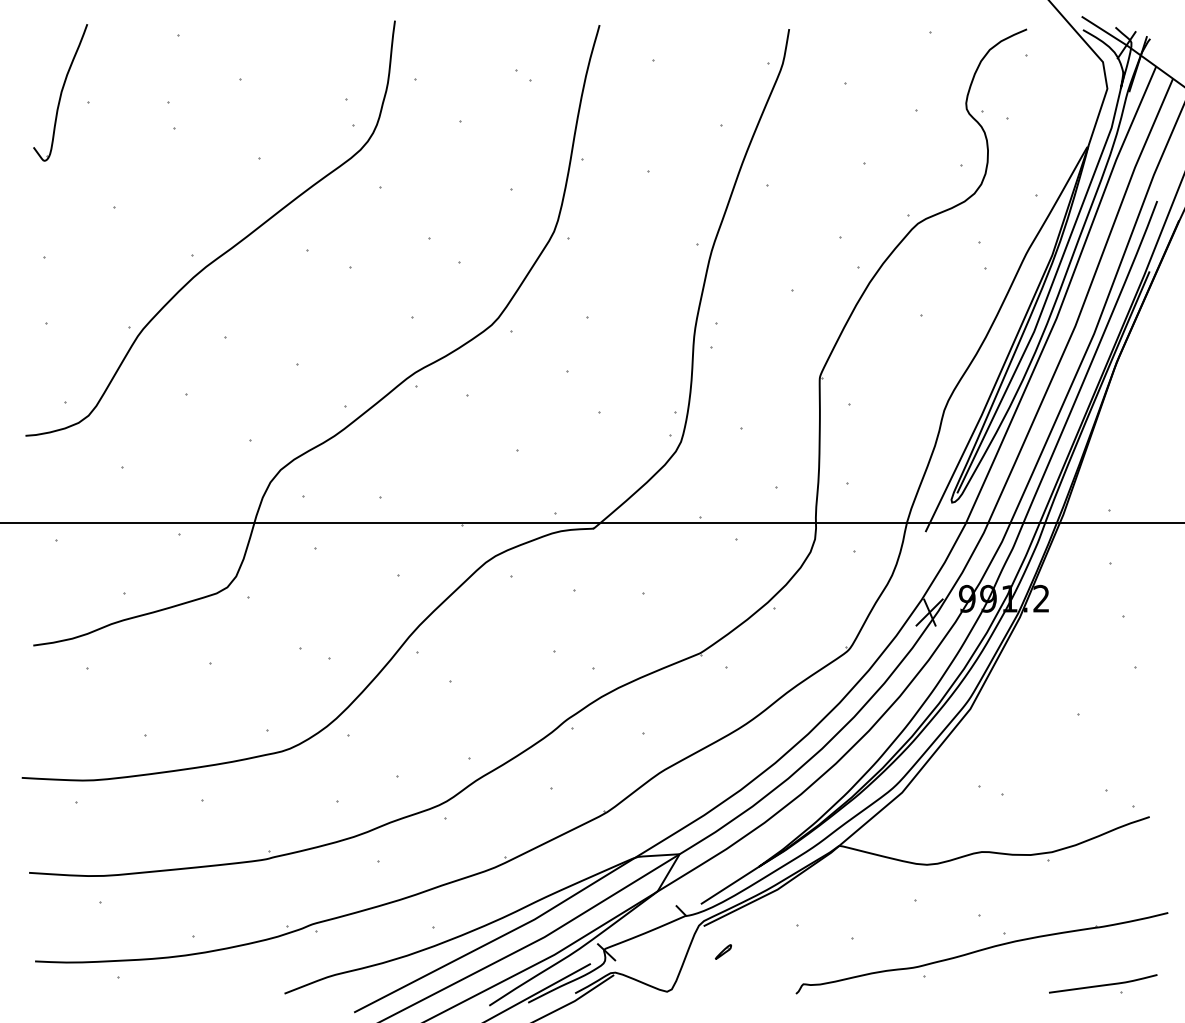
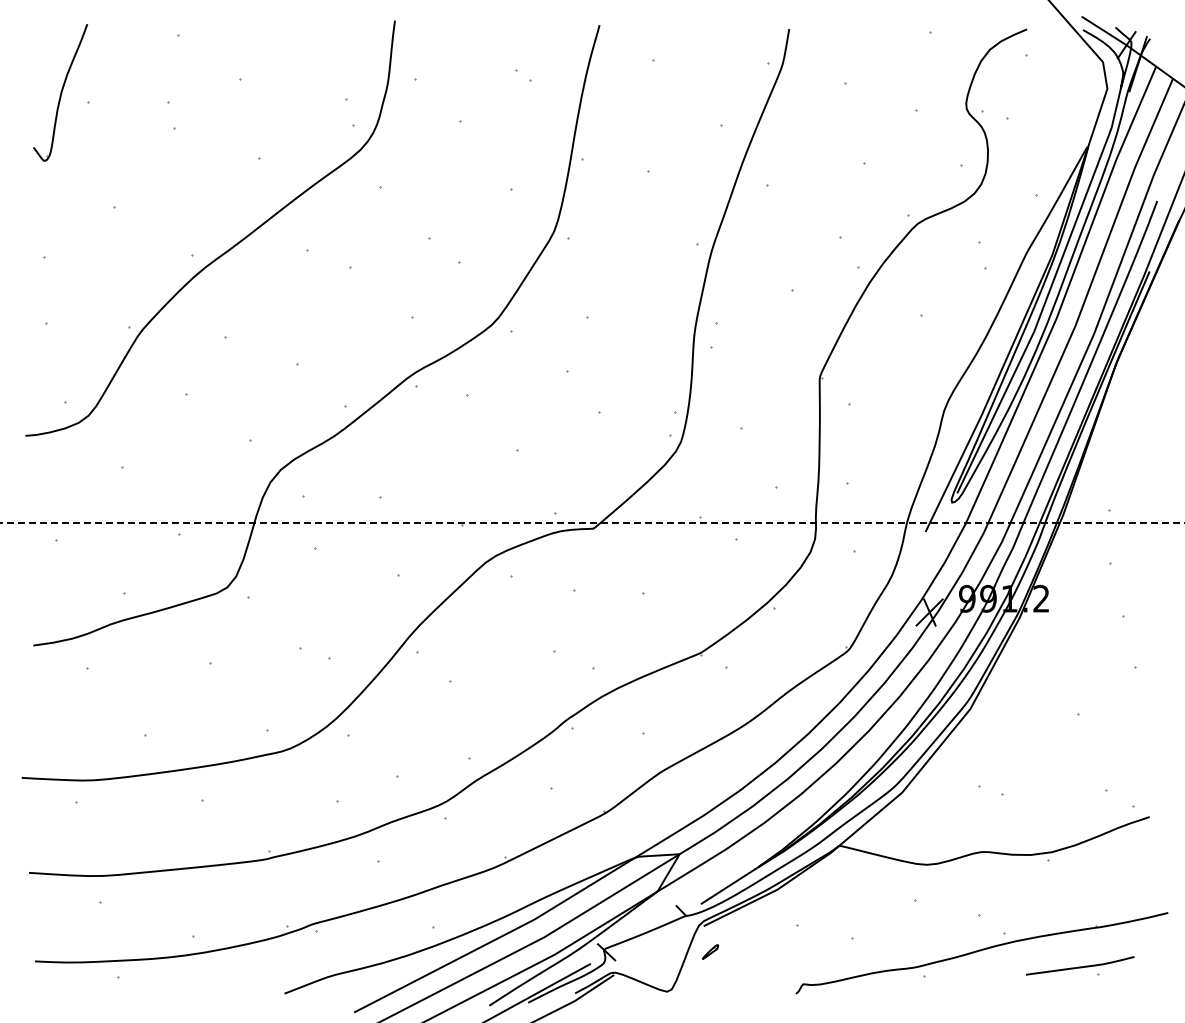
line at (592, 523): solid -> dashed
part at (722, 951) position: (722, 951) -> (709, 951)
part at (1103, 983) position: (1103, 983) -> (1080, 965)
